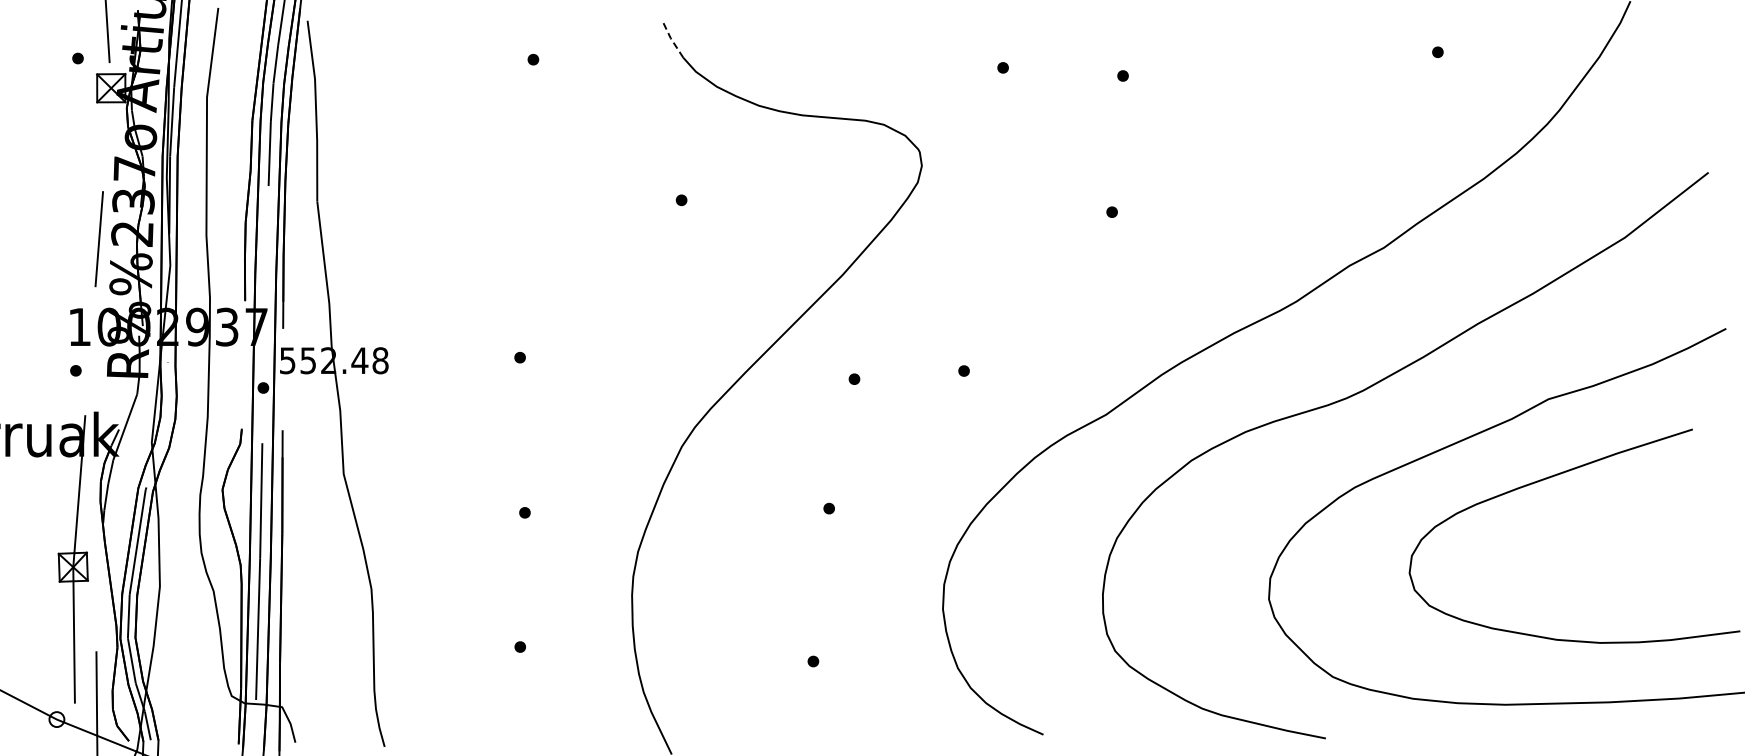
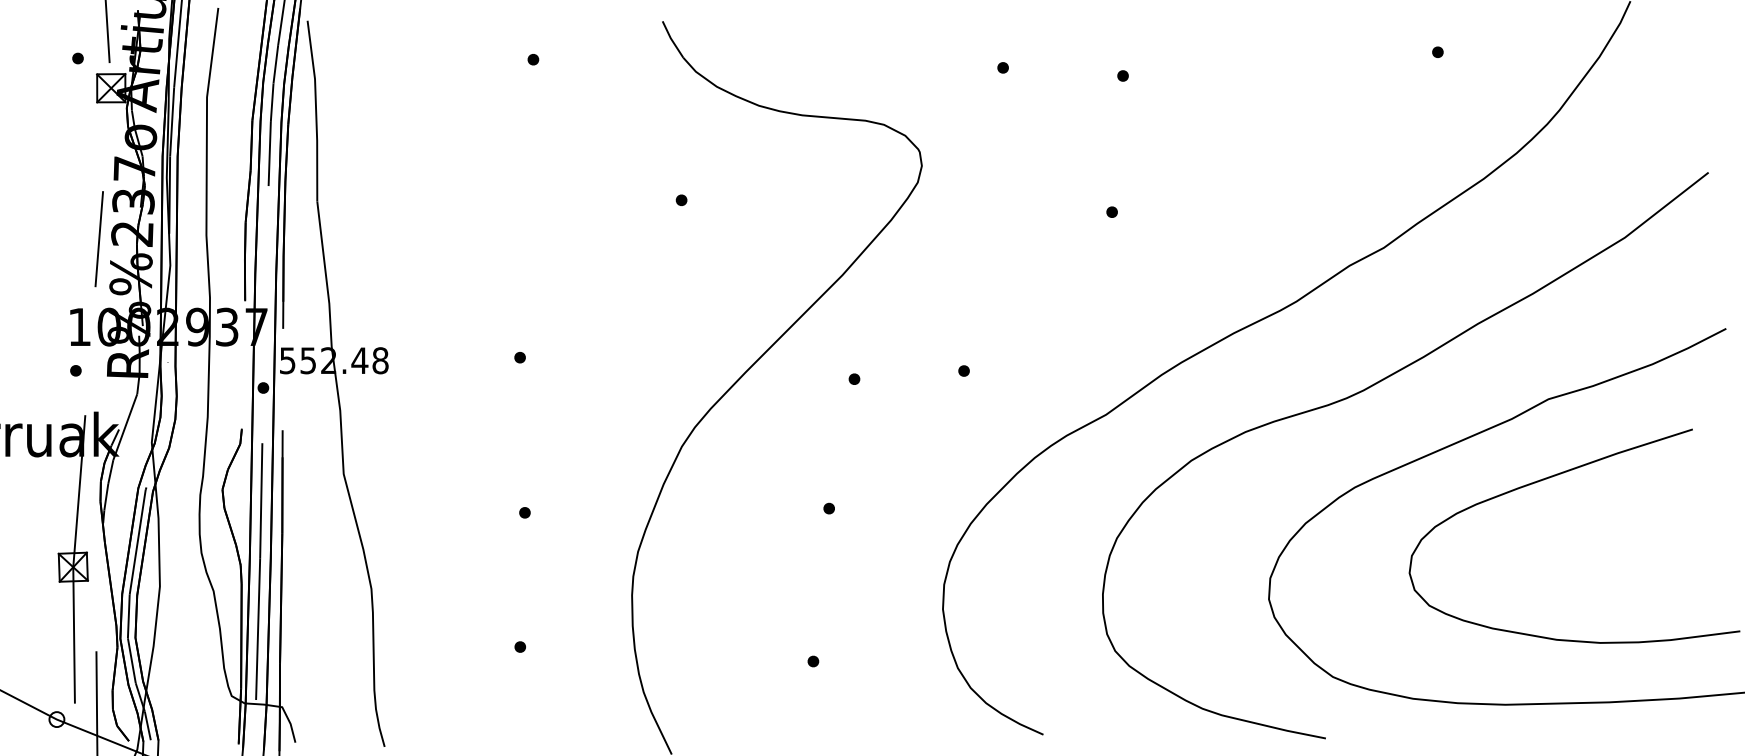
line at (671, 40): dashed -> solid
